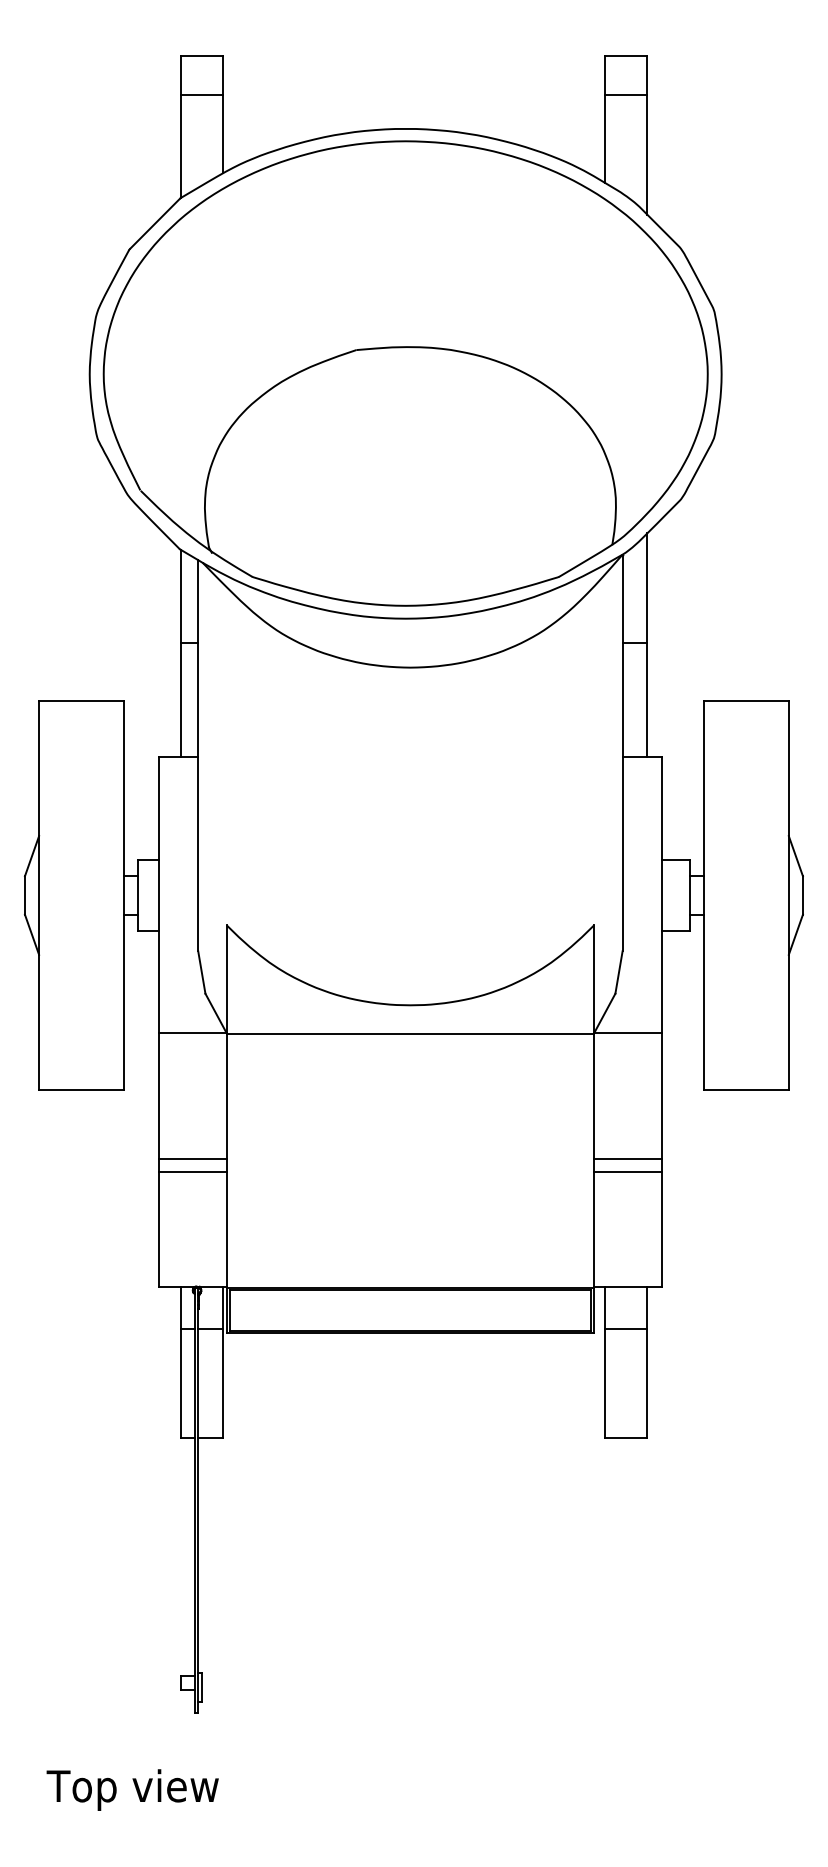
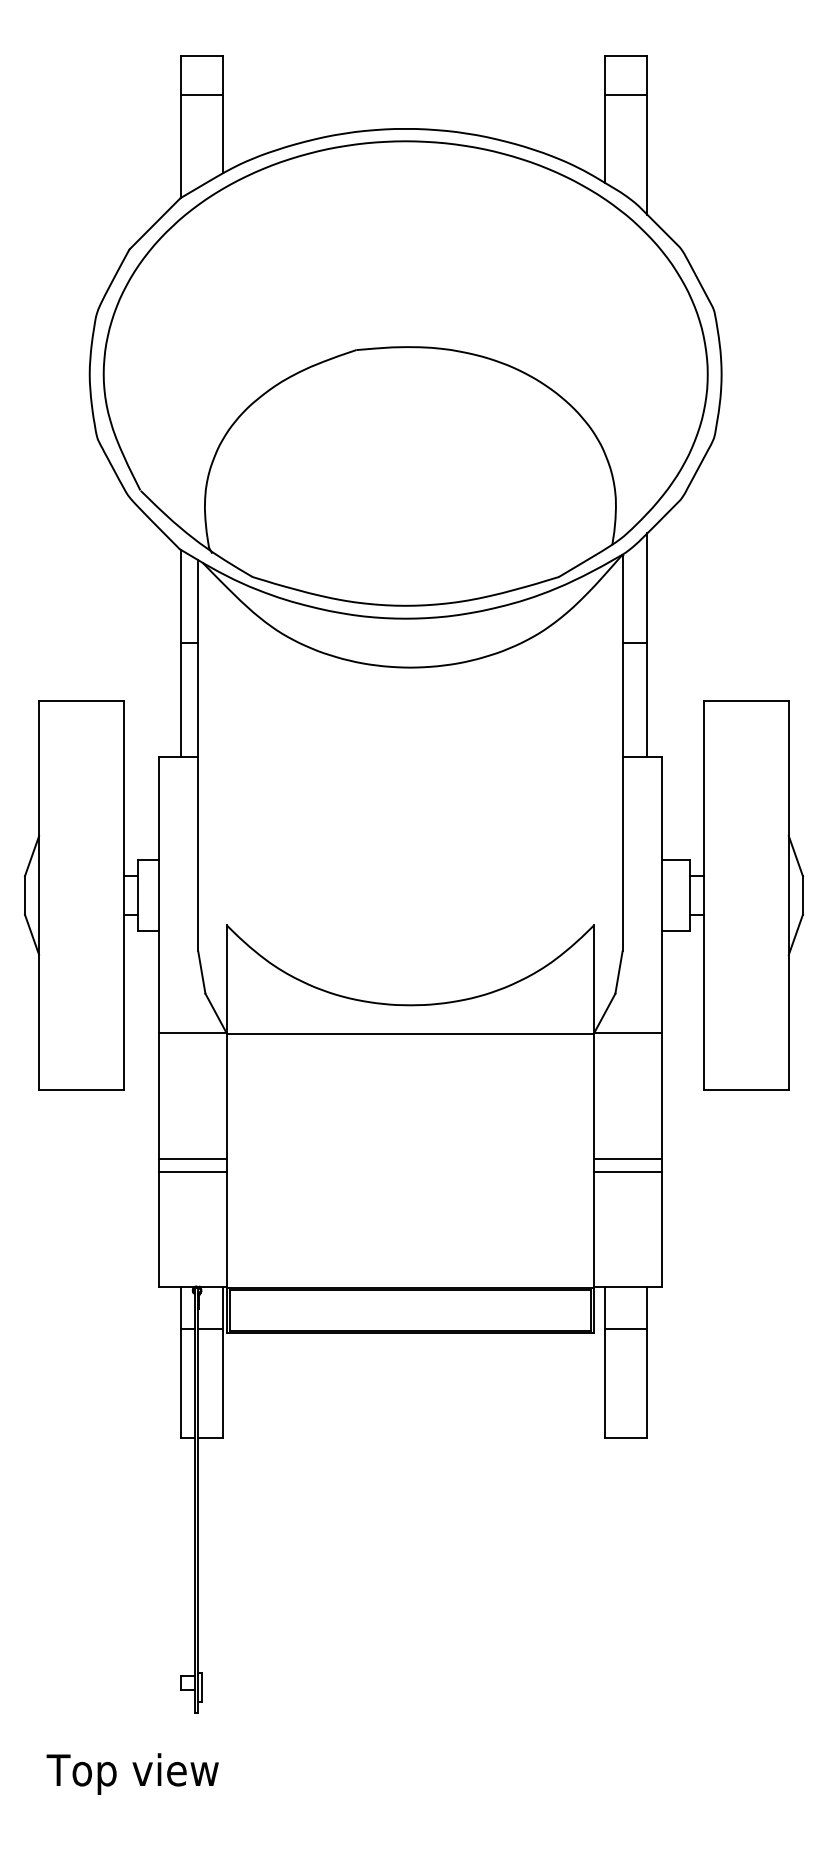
text at (132, 1789) position: (132, 1789) -> (132, 1773)
